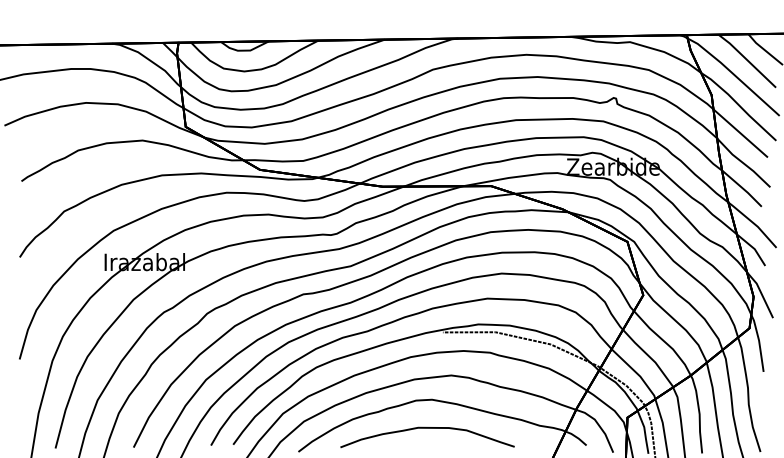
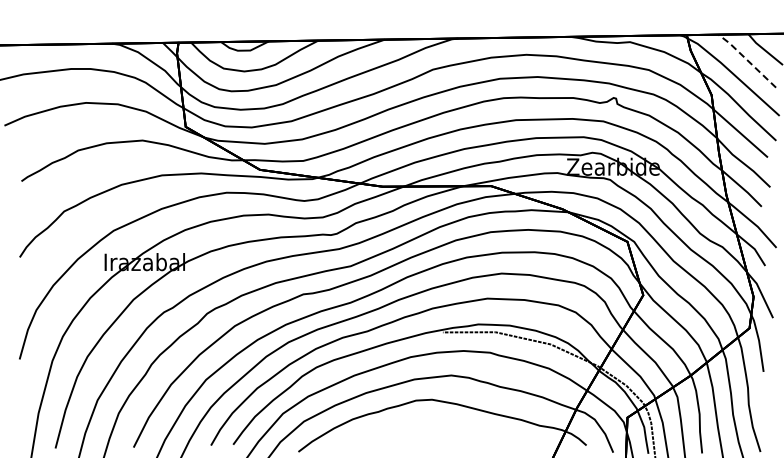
line at (746, 59): solid -> dashed
curve at (427, 428): present -> none
